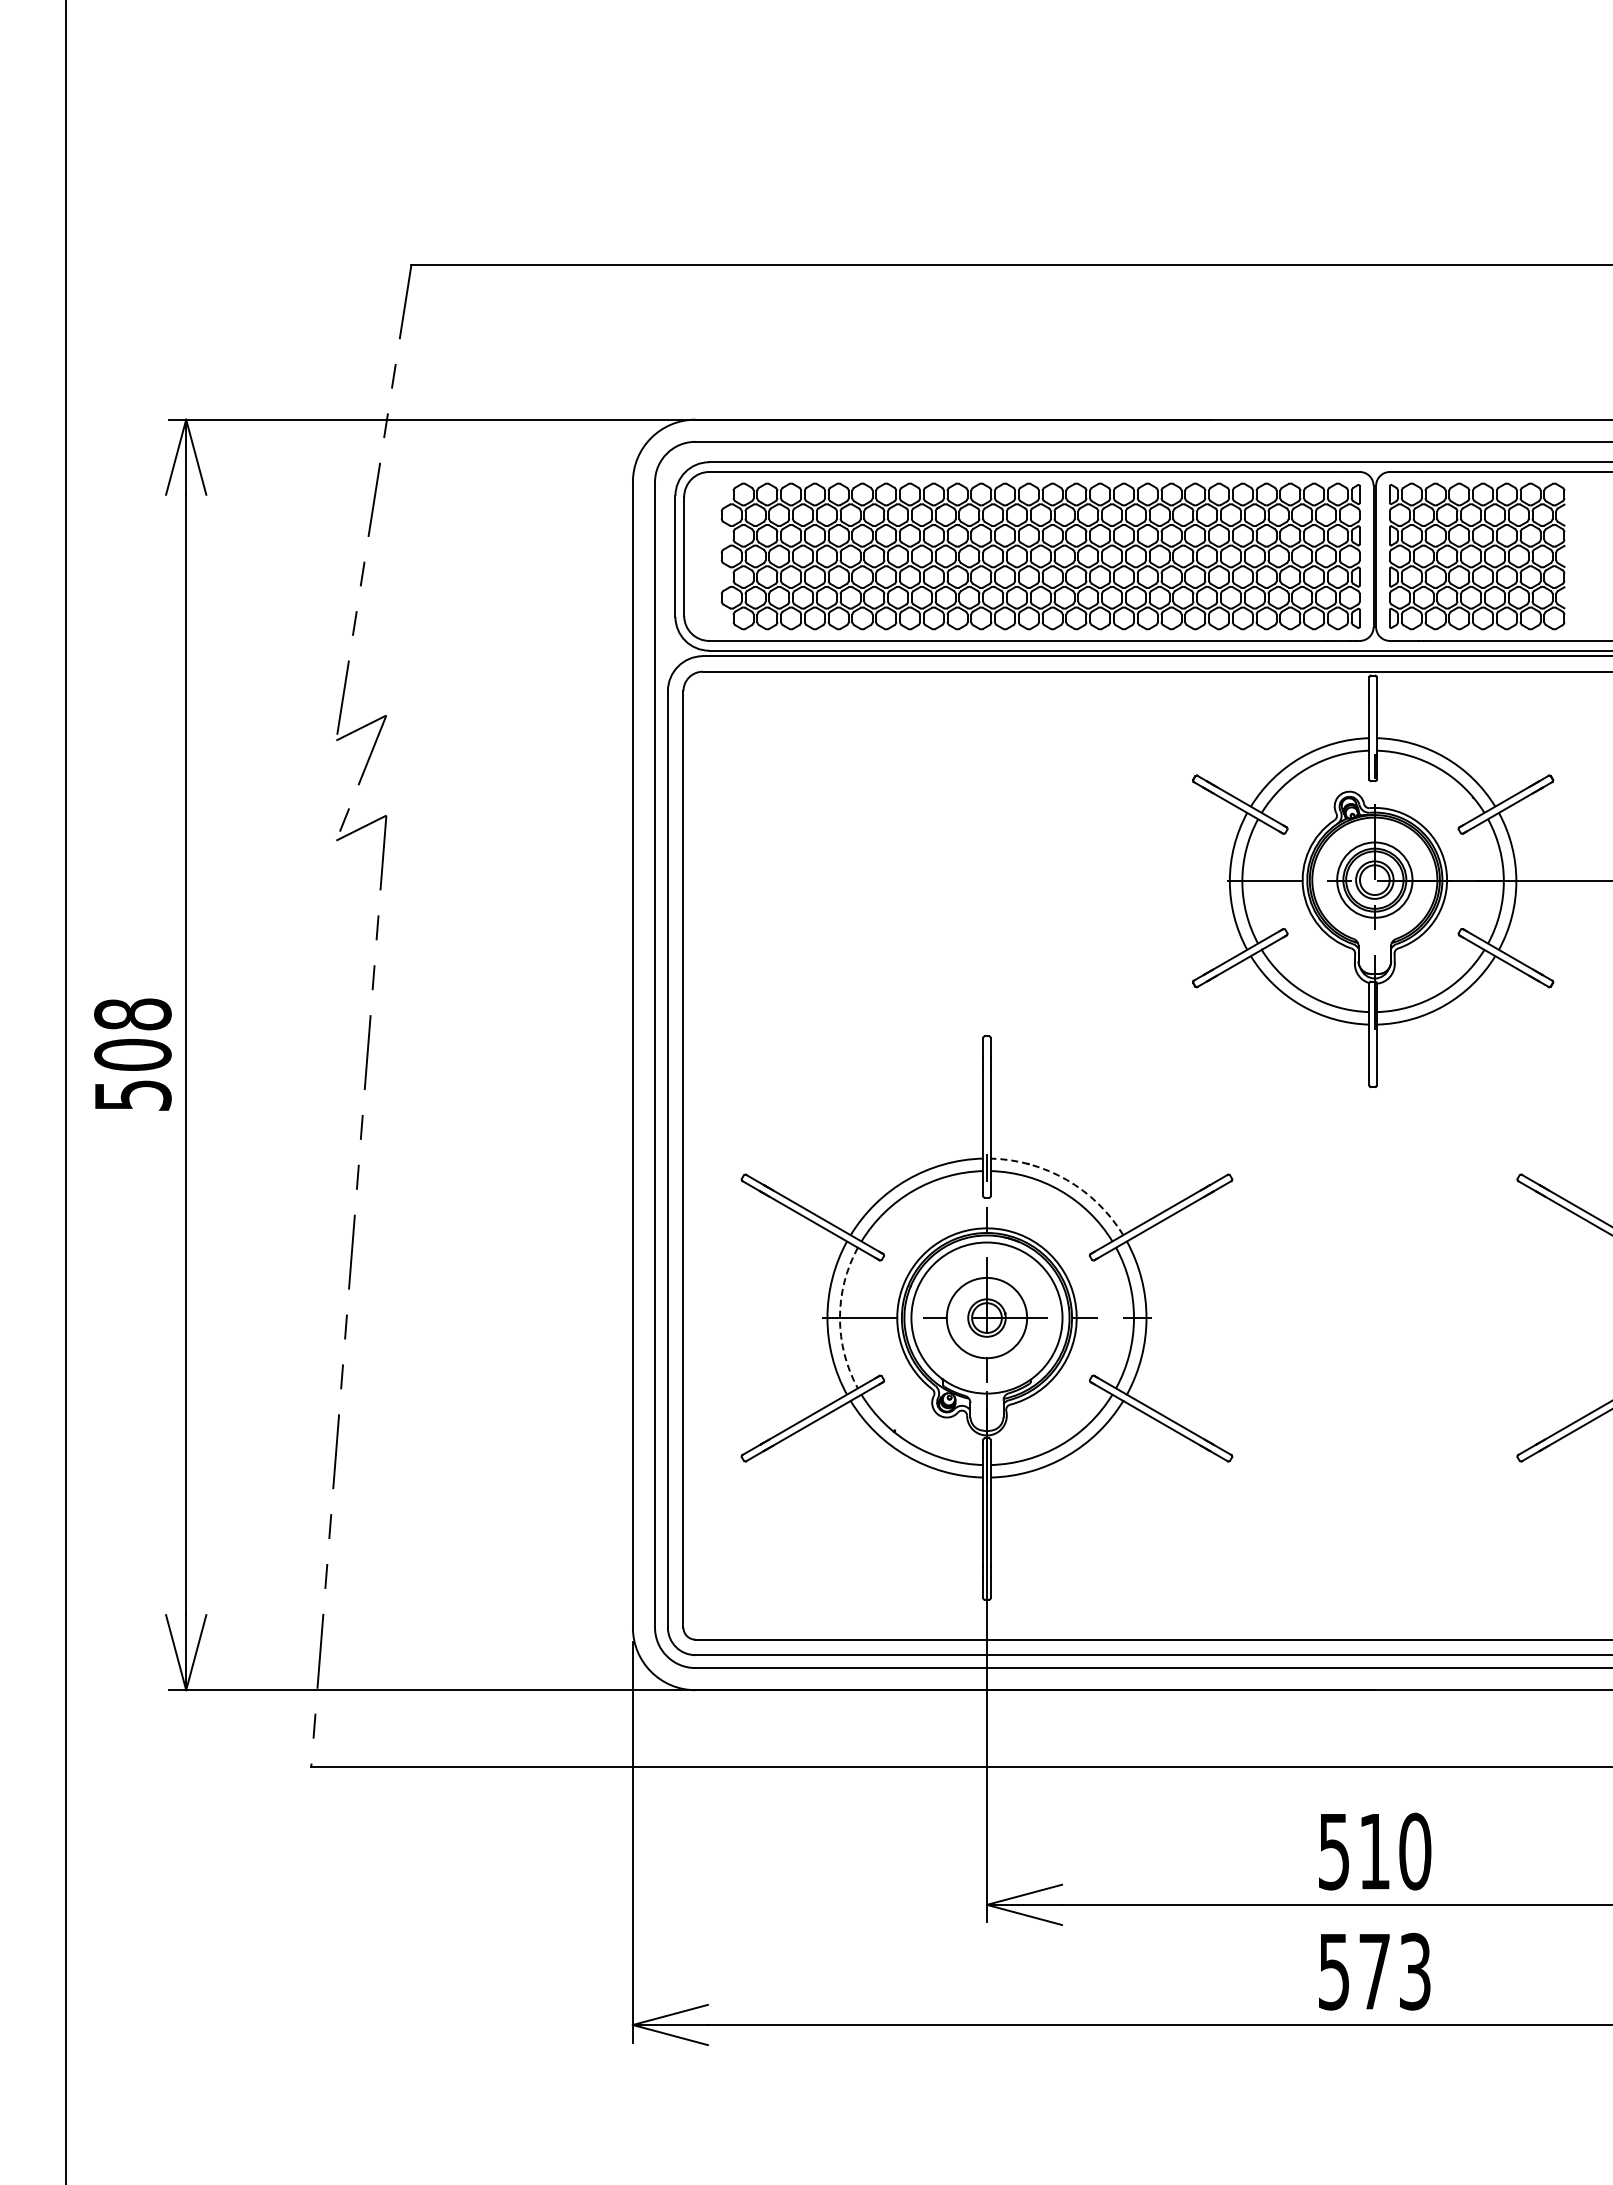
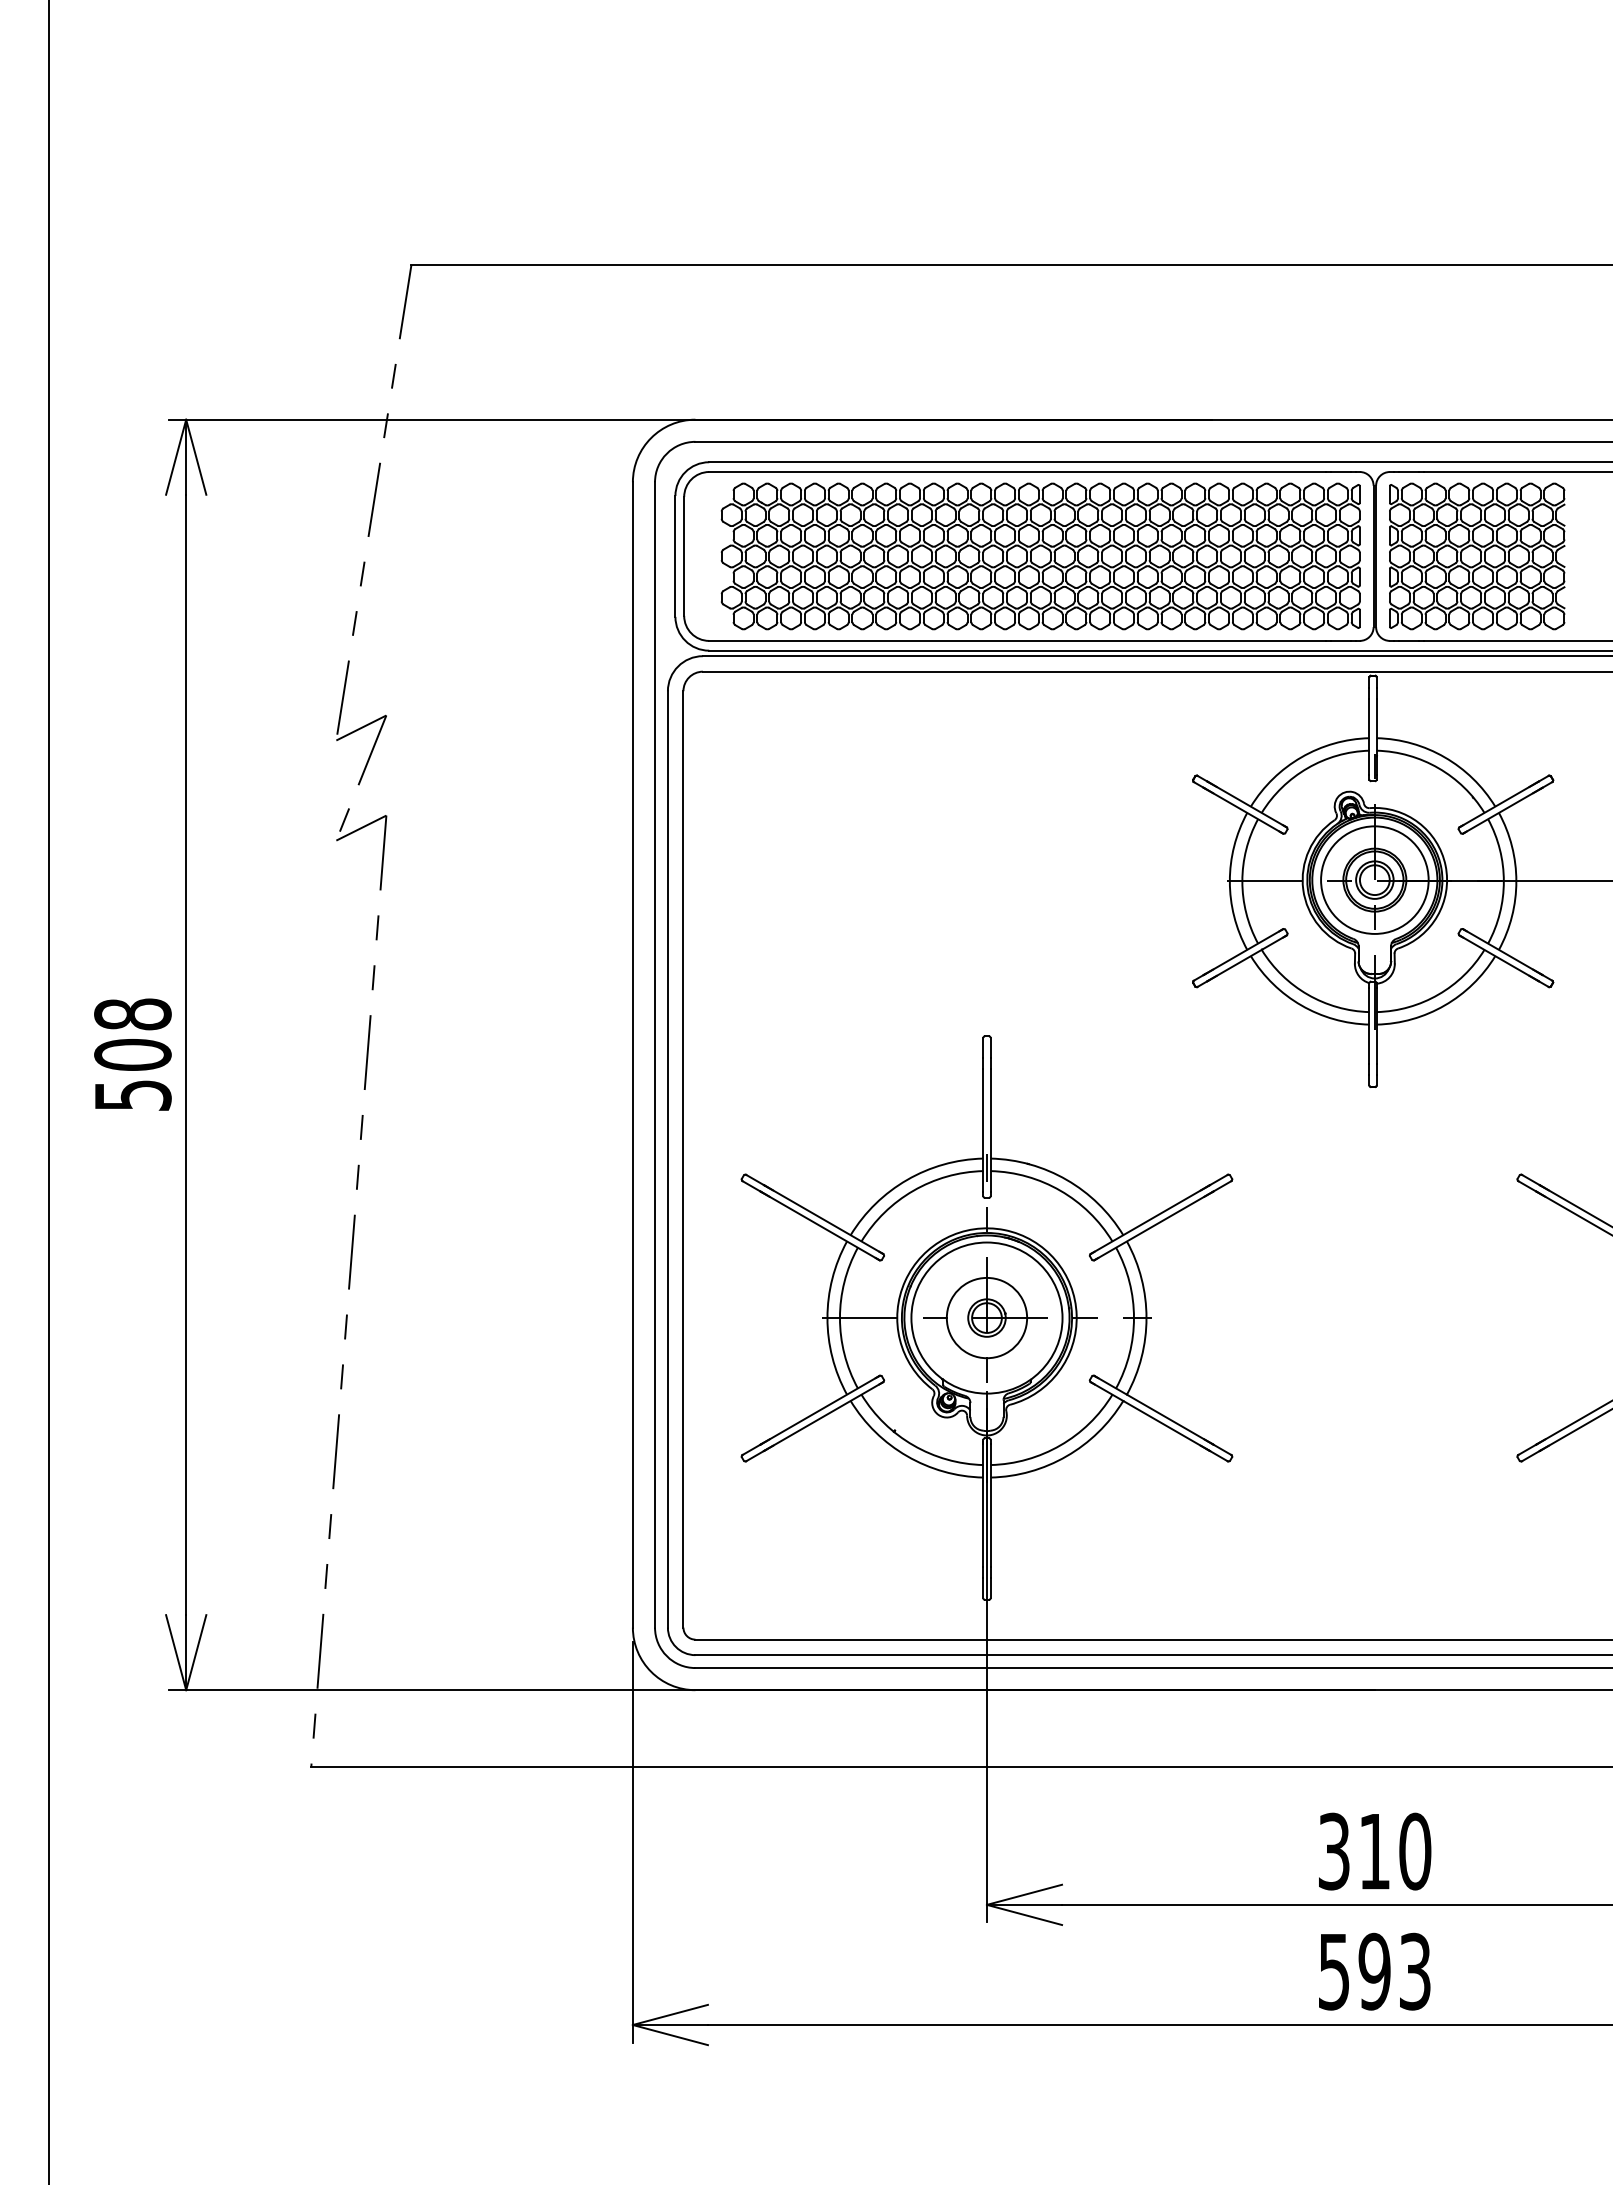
circle at (1374, 879) diameter: 75 px -> 108 px
line at (65, 1091) position: (65, 1091) -> (48, 1091)
arc at (1066, 1179): dashed -> solid
arc at (839, 1318): dashed -> solid
text at (1334, 1850): 510 -> 310
text at (1374, 1971): 573 -> 593
